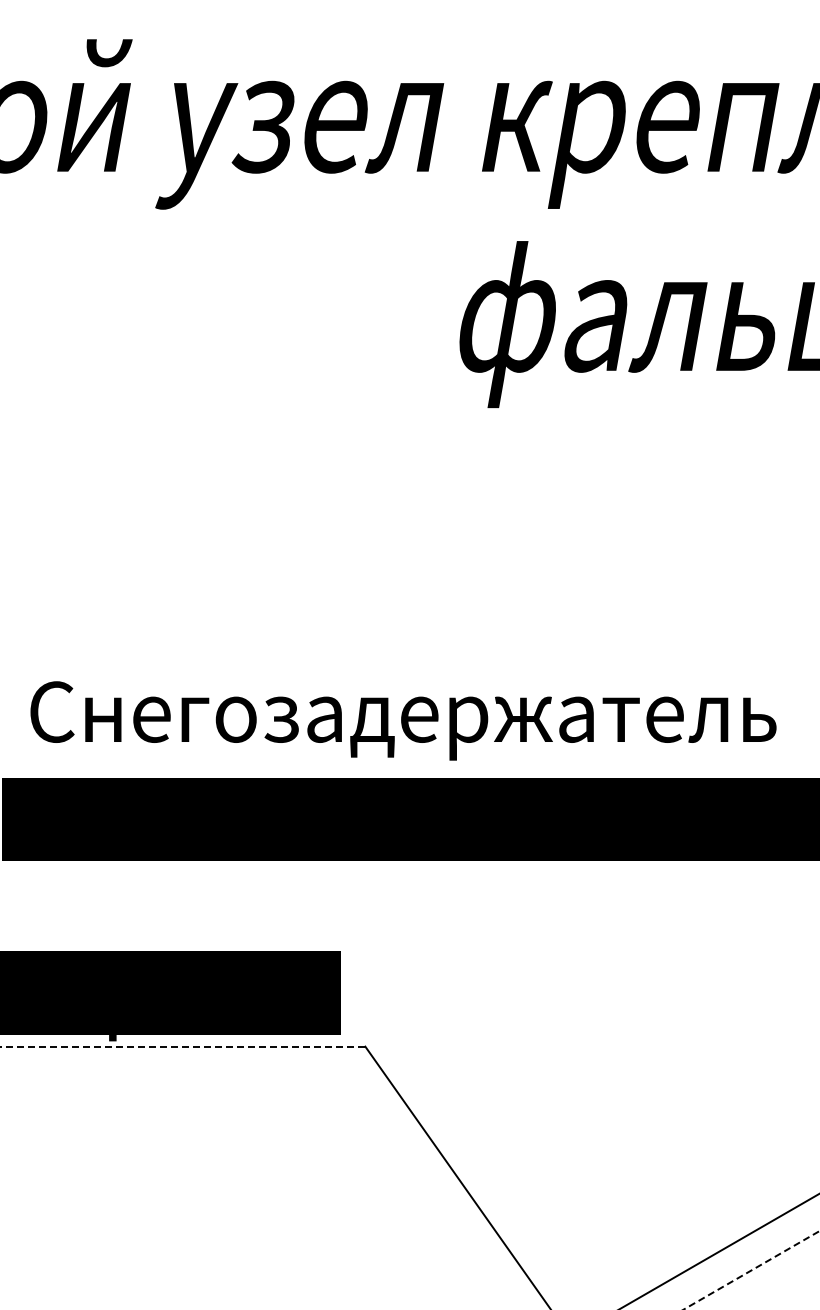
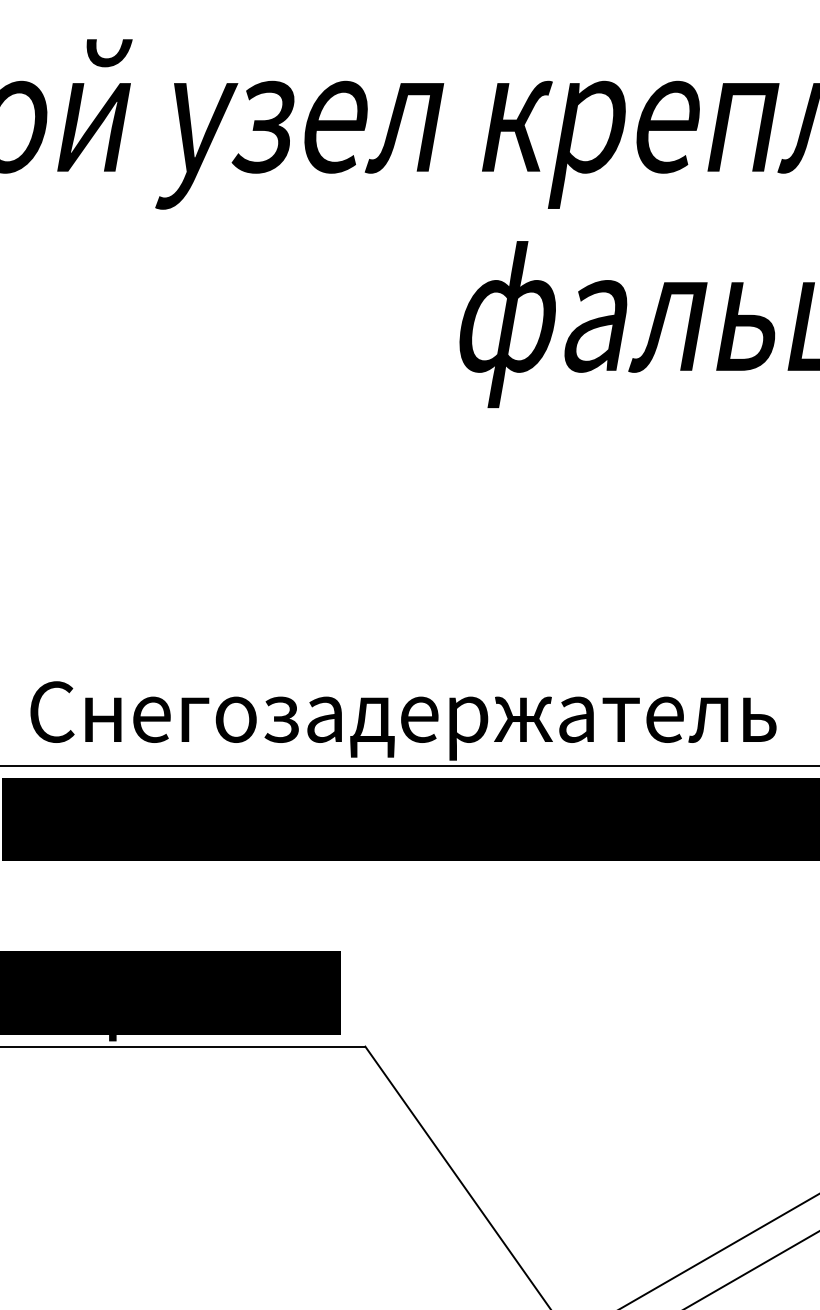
line at (409, 765): none -> present
line at (182, 1046): dashed -> solid
line at (752, 1270): dashed -> solid
